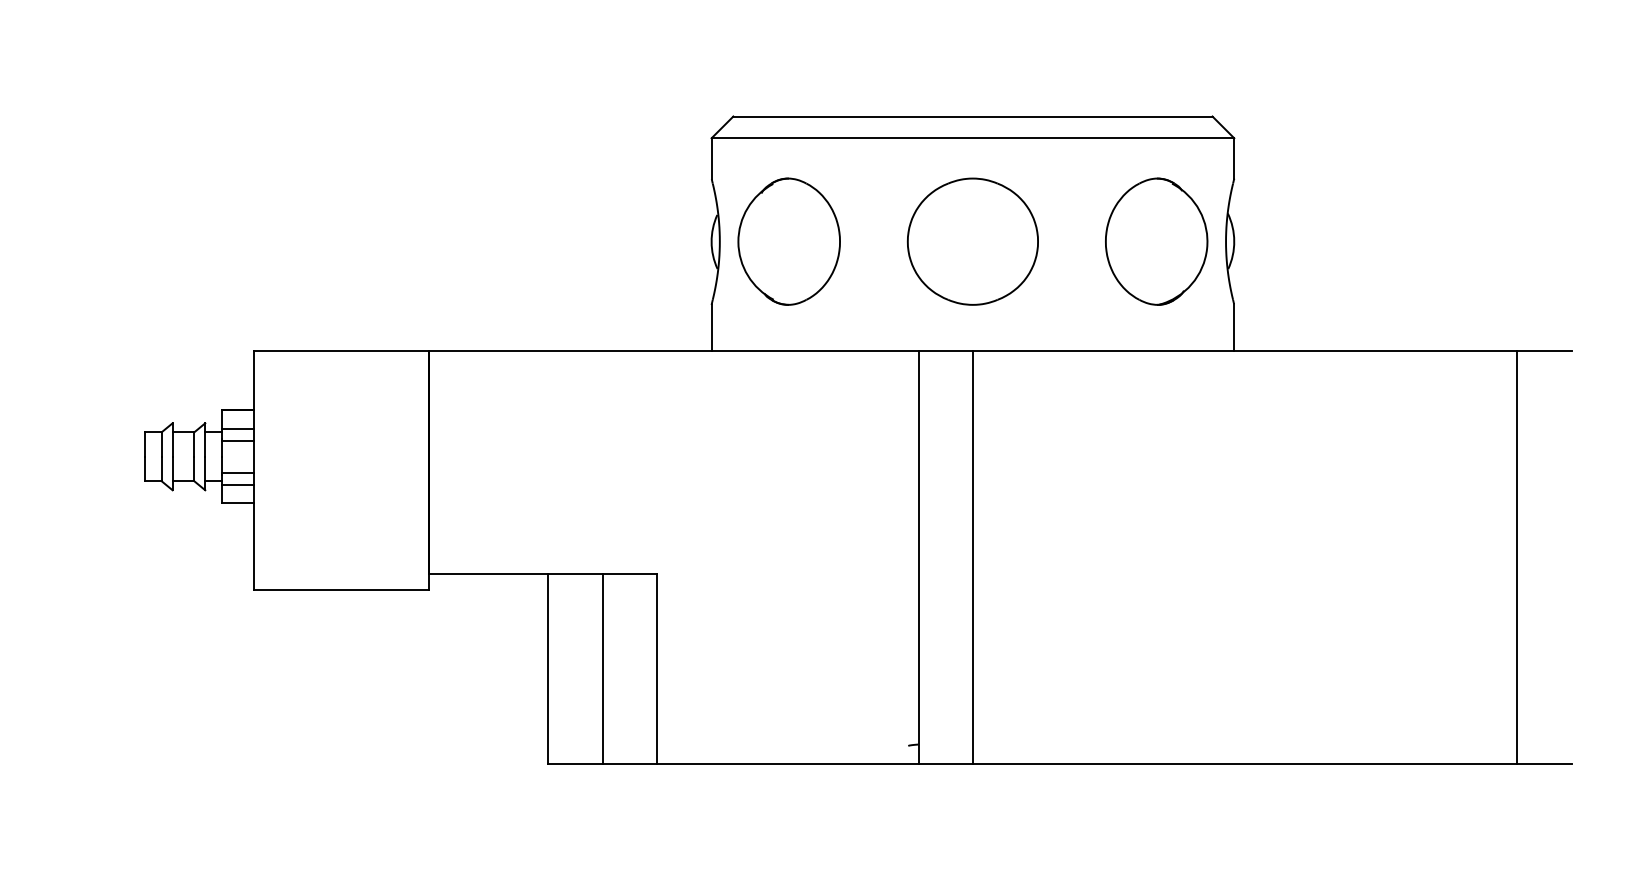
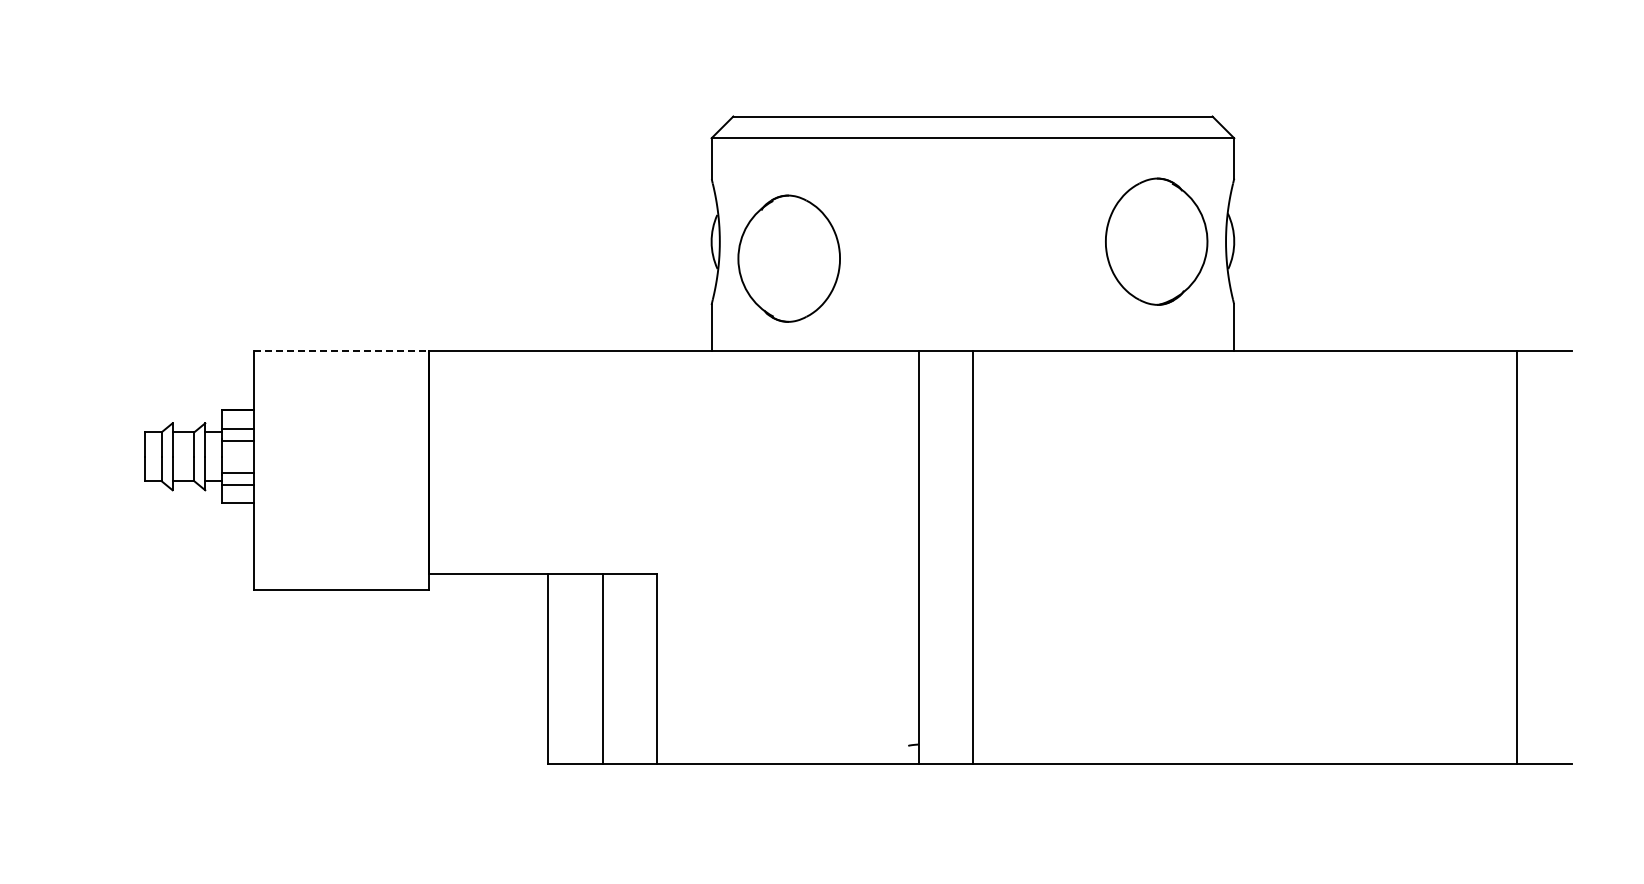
part at (788, 241) position: (788, 241) -> (788, 258)
part at (972, 241): present -> none
line at (341, 350): solid -> dashed
